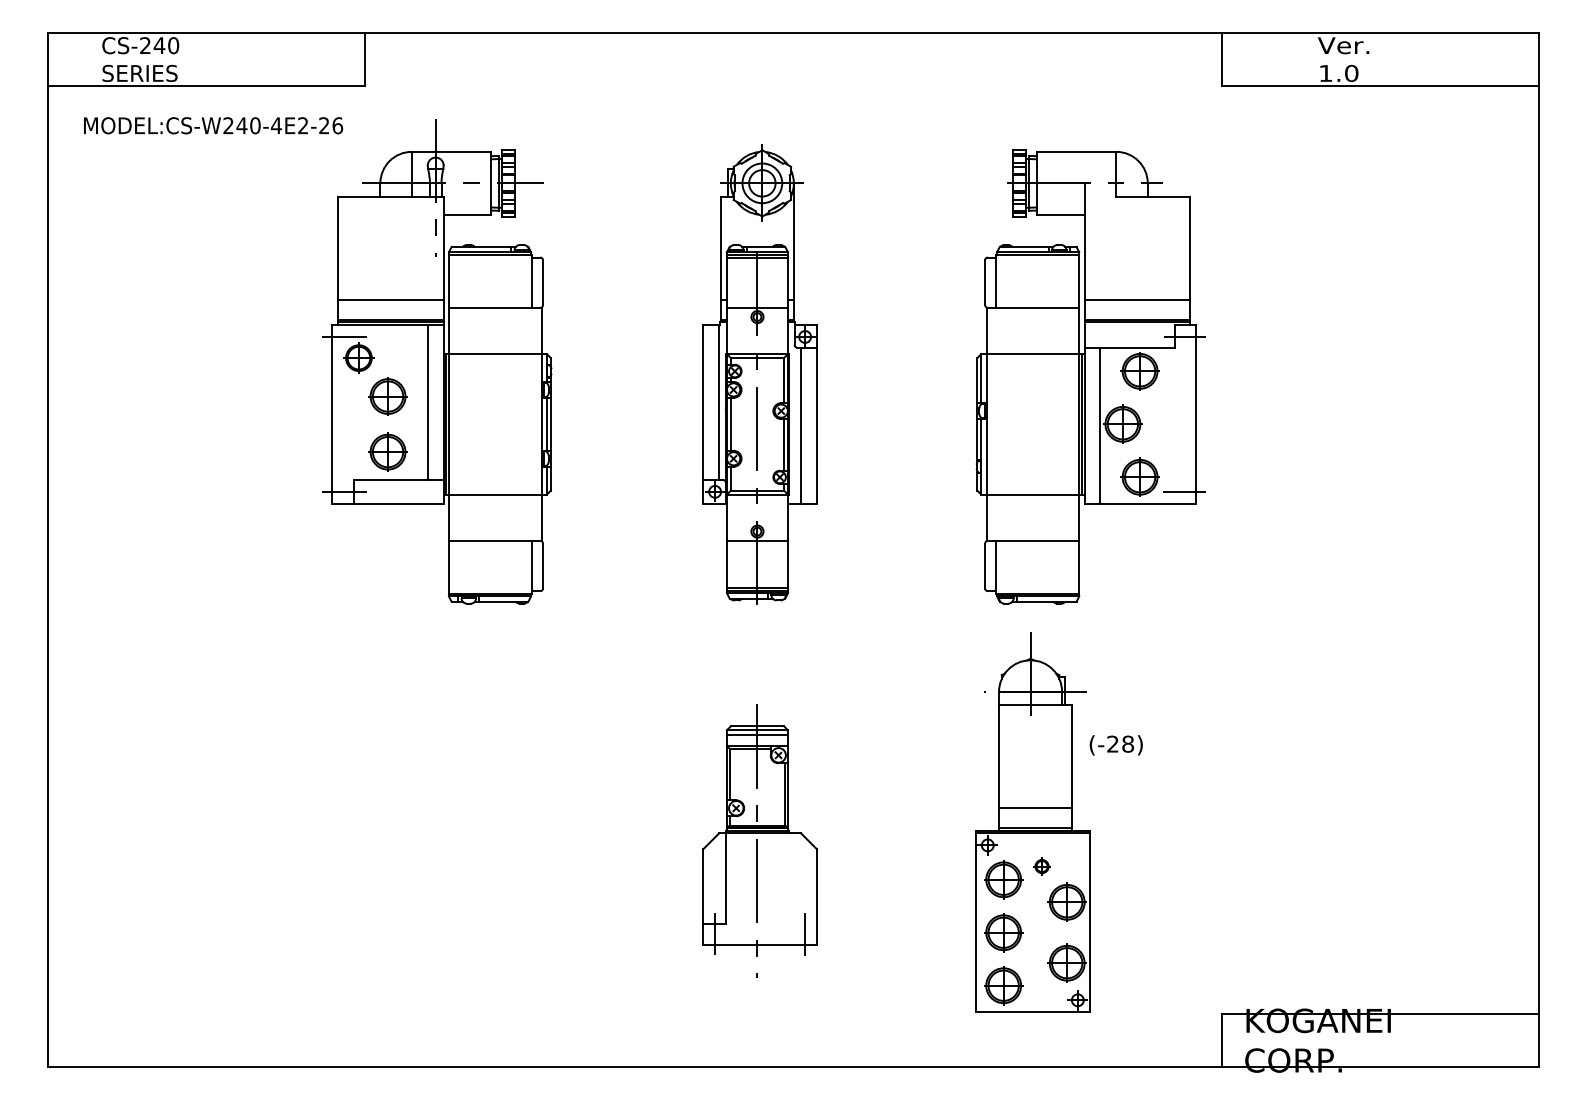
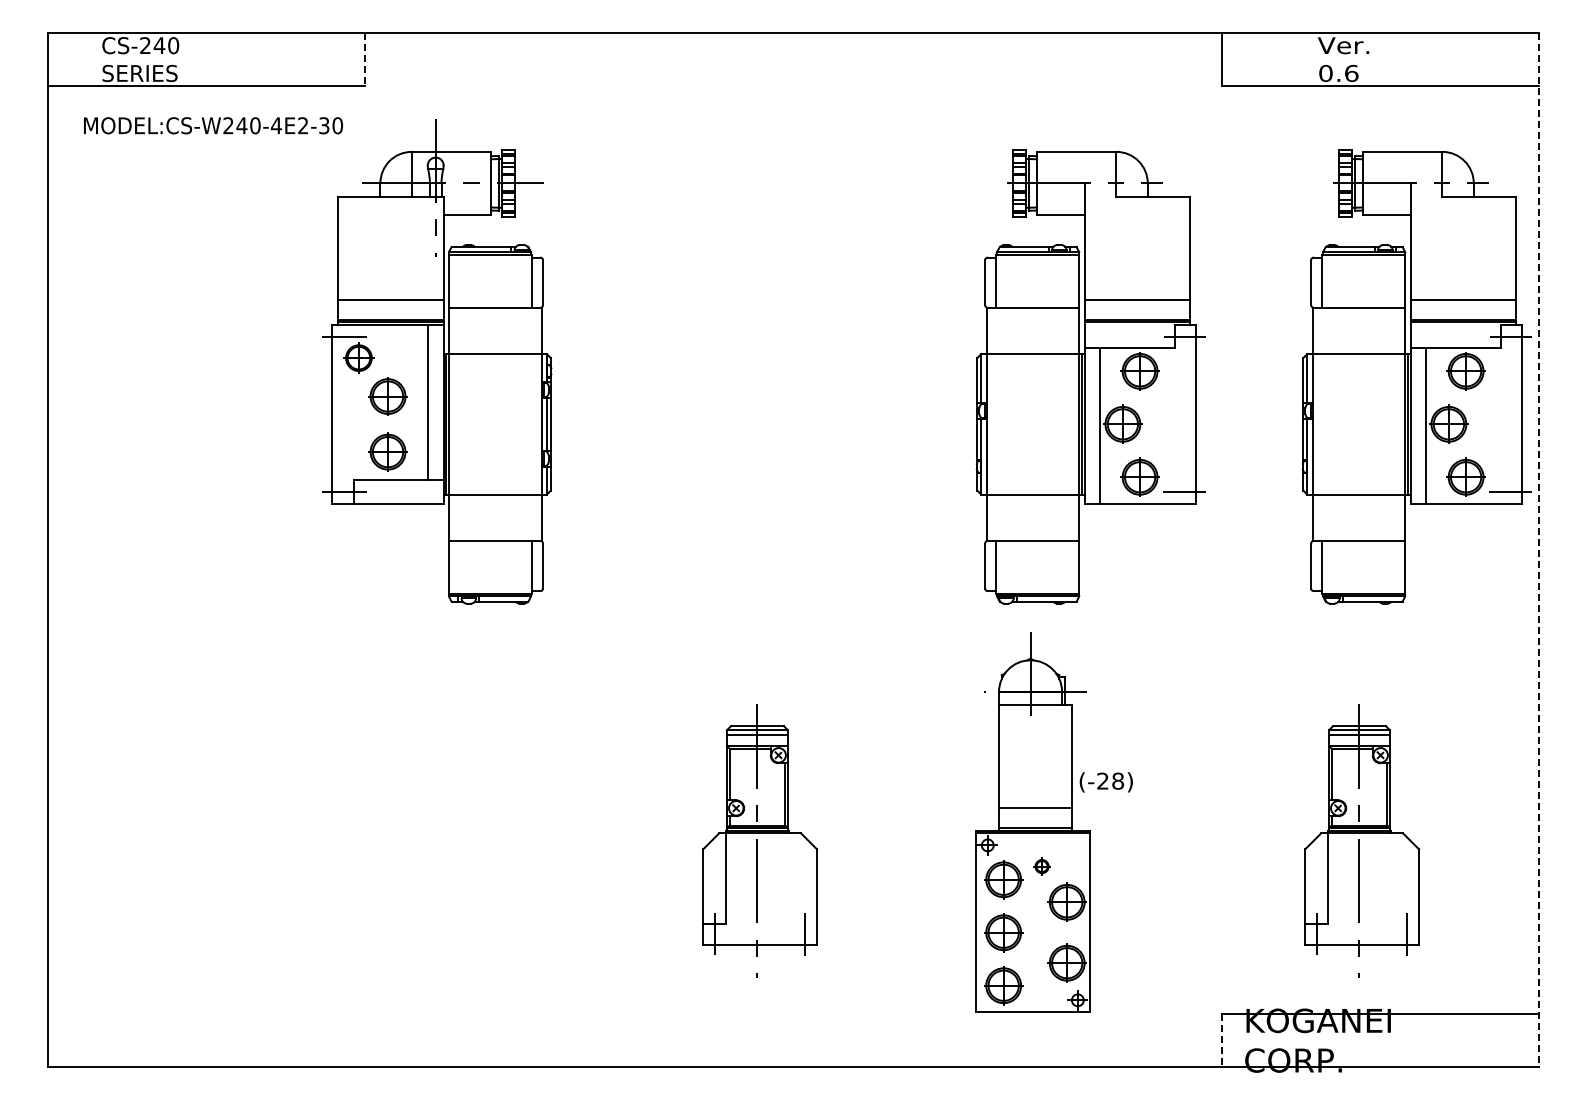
line at (365, 60): solid -> dashed
text at (1338, 73): 1.0 -> 0.6
text at (331, 125): MODEL:CS-W240-4E2-26 -> MODEL:CS-W240-4E2-30
part at (759, 374): present -> none
part at (1416, 376): none -> present
line at (1539, 550): solid -> dashed
text at (1115, 745) position: (1115, 745) -> (1105, 782)
part at (1362, 840): none -> present
line at (1221, 1041): solid -> dashed
